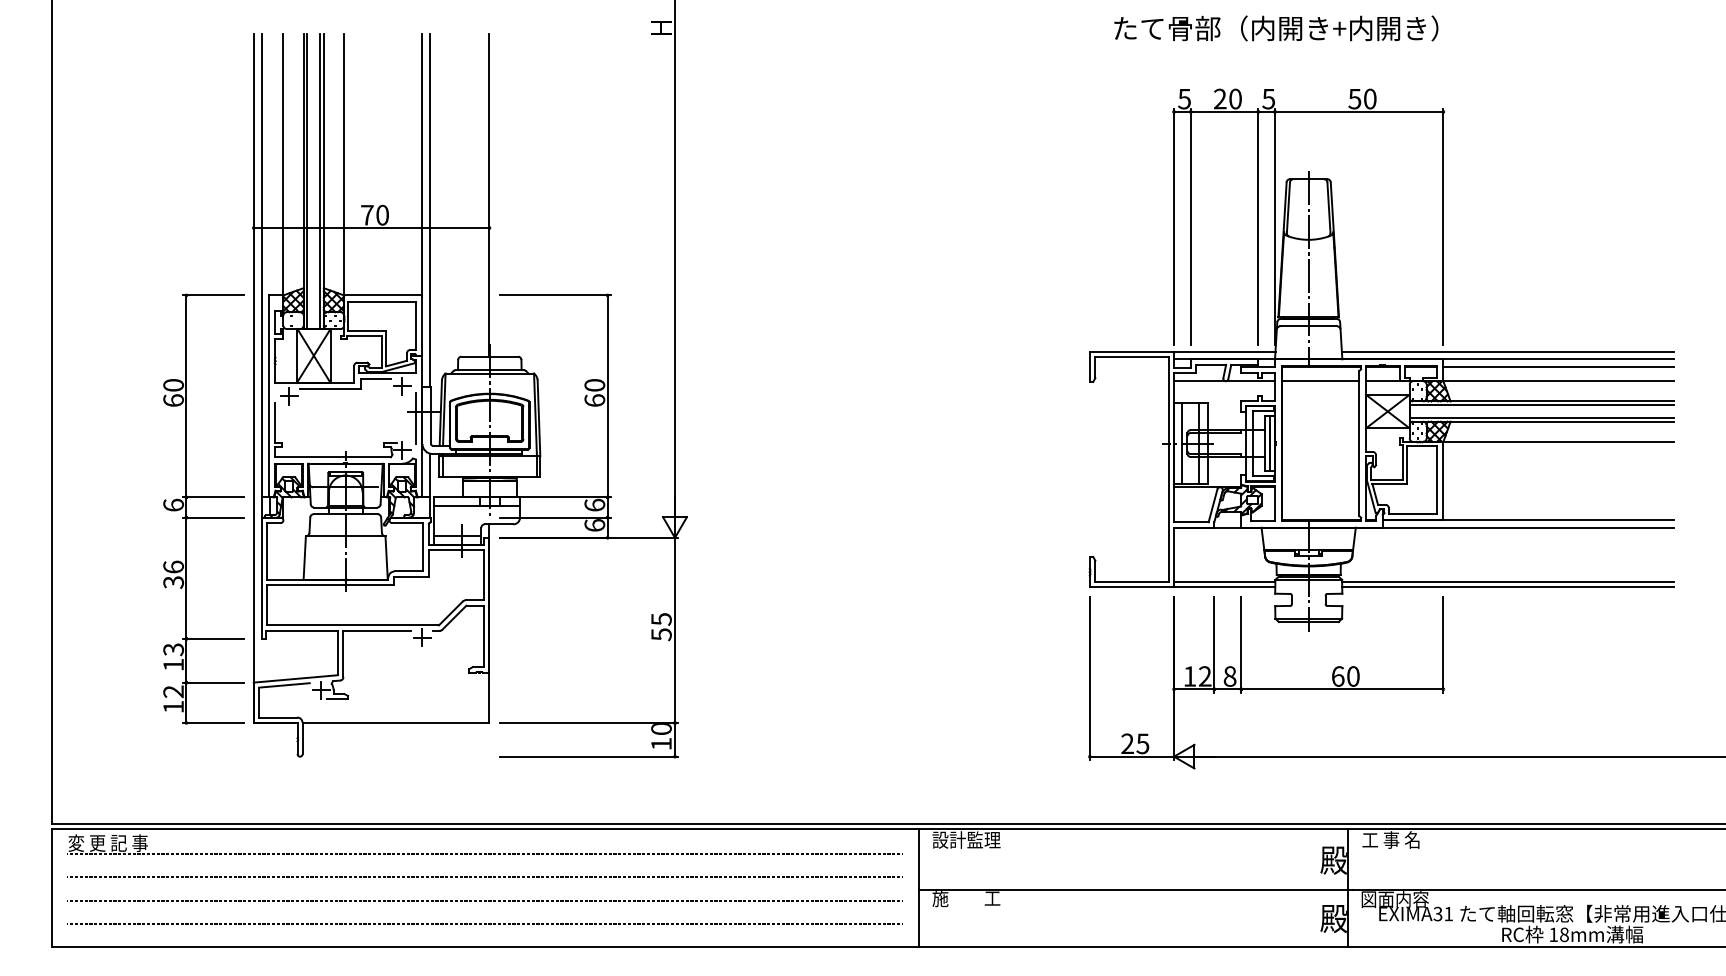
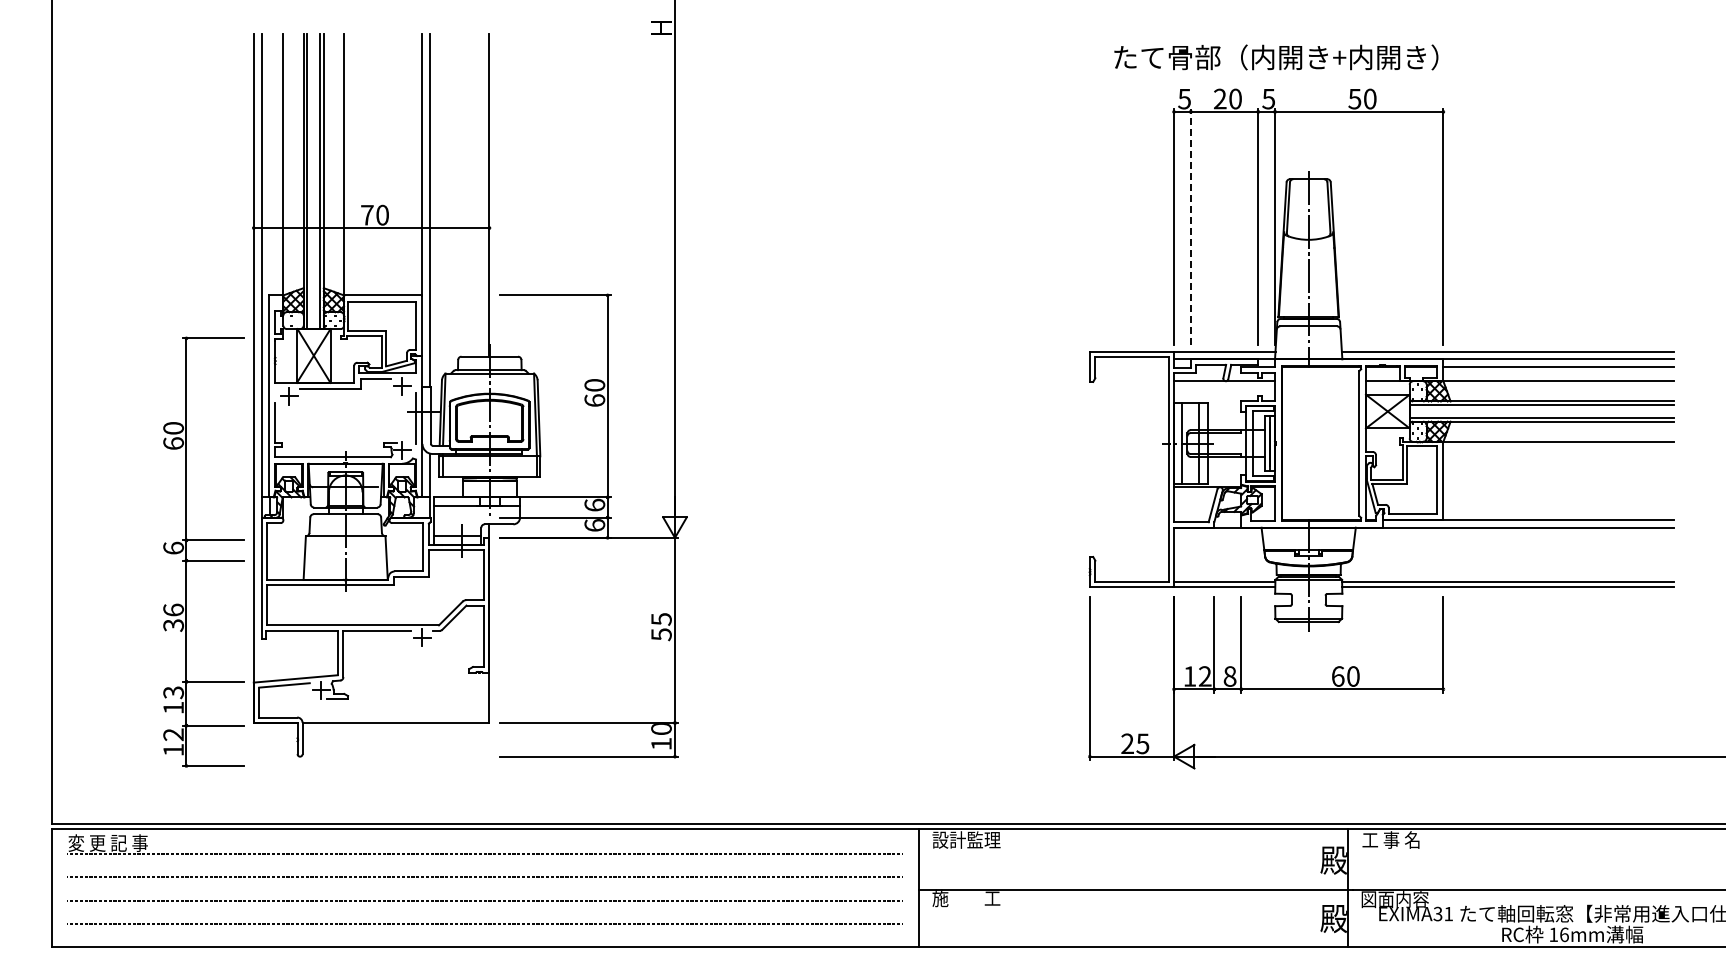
text at (1276, 28) position: (1276, 28) -> (1276, 57)
line at (1190, 226): solid -> dashed
line at (1320, 381): present -> none
part at (203, 517) position: (203, 517) -> (203, 560)
text at (1564, 934): 18mm -> 16mm
